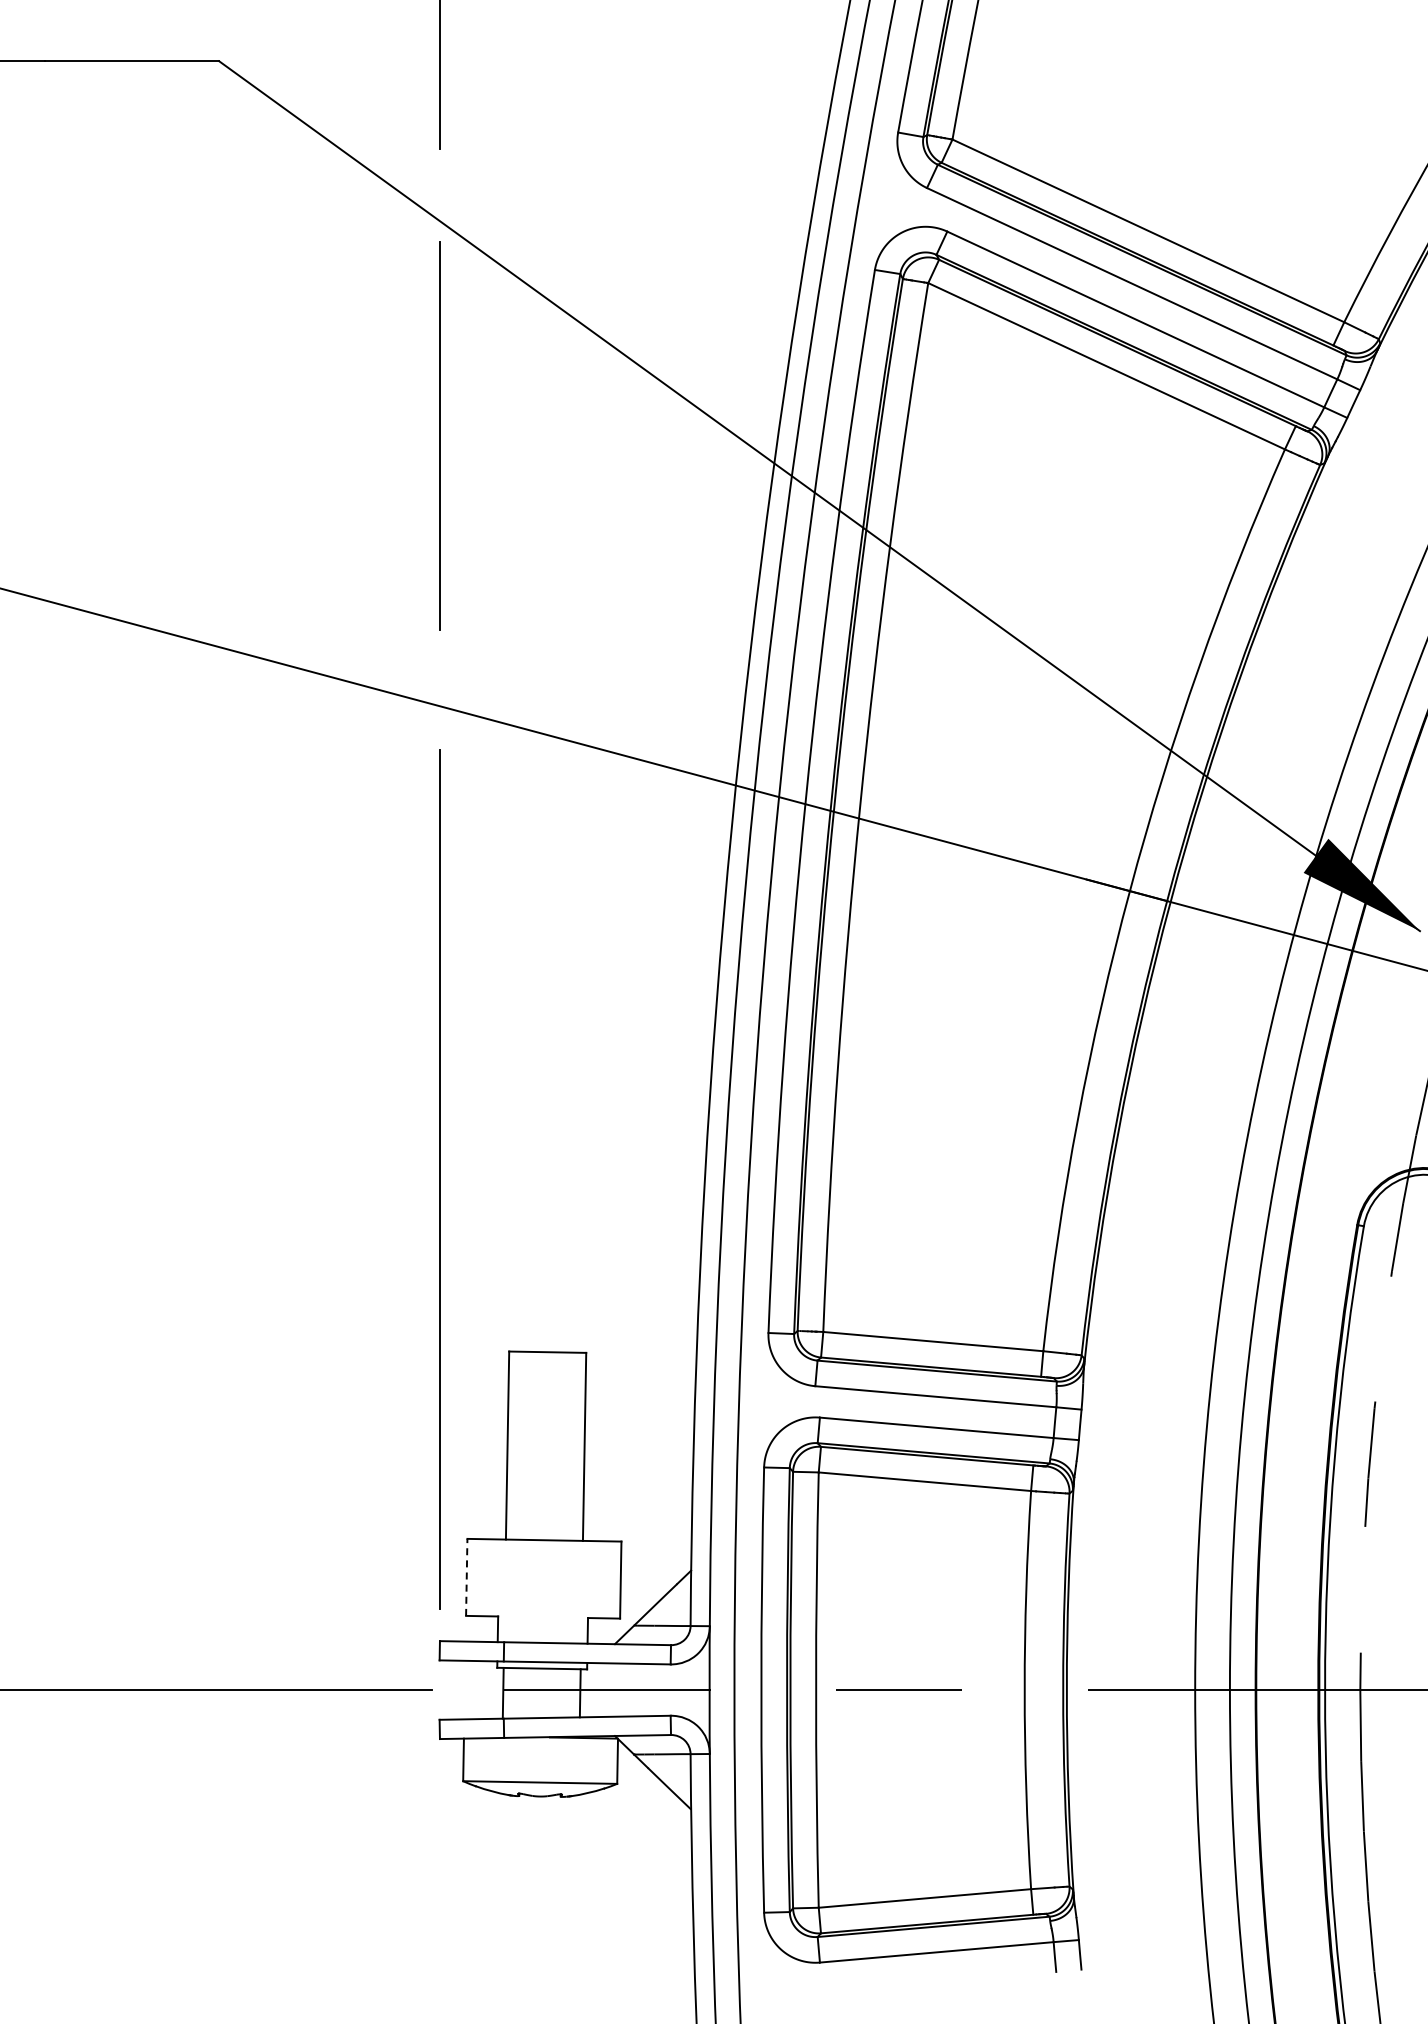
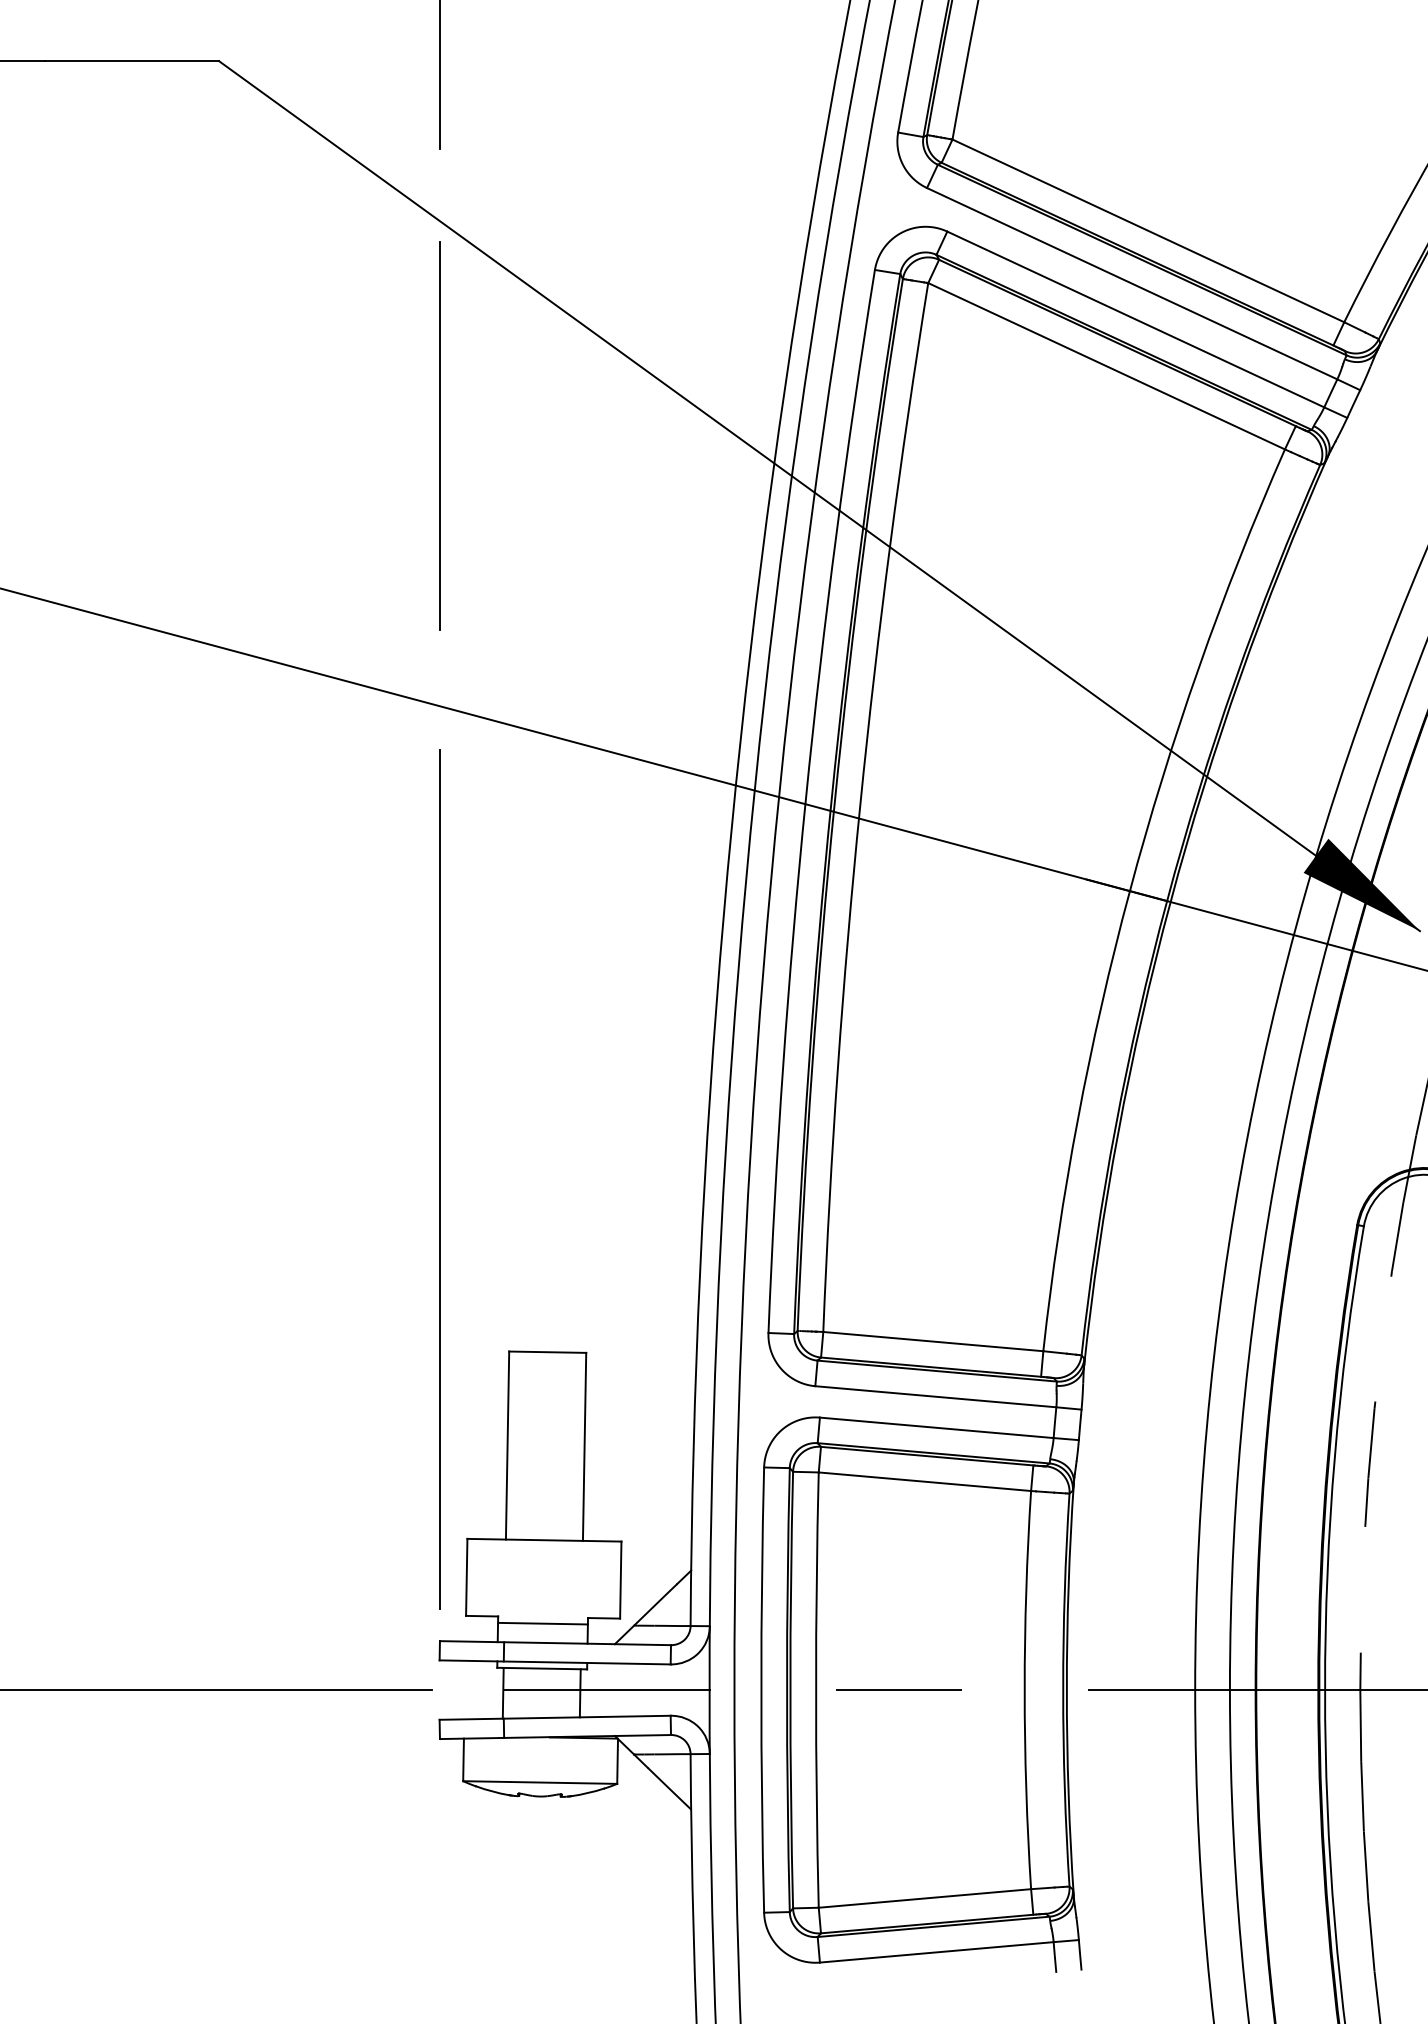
line at (466, 1577): dashed -> solid
line at (542, 1623): none -> present
